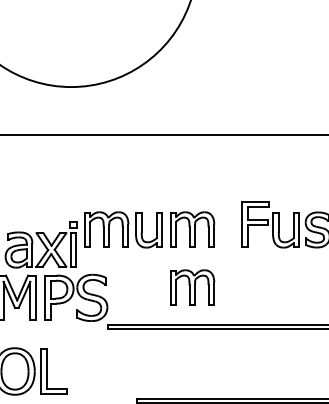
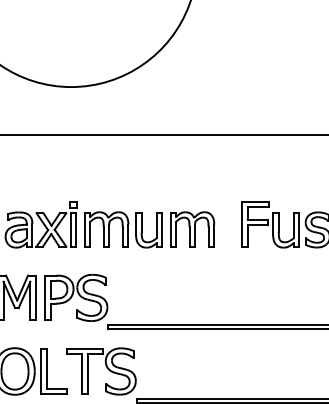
part at (40, 244) position: (40, 244) -> (40, 224)
part at (192, 287): present -> none
part at (107, 369): none -> present
